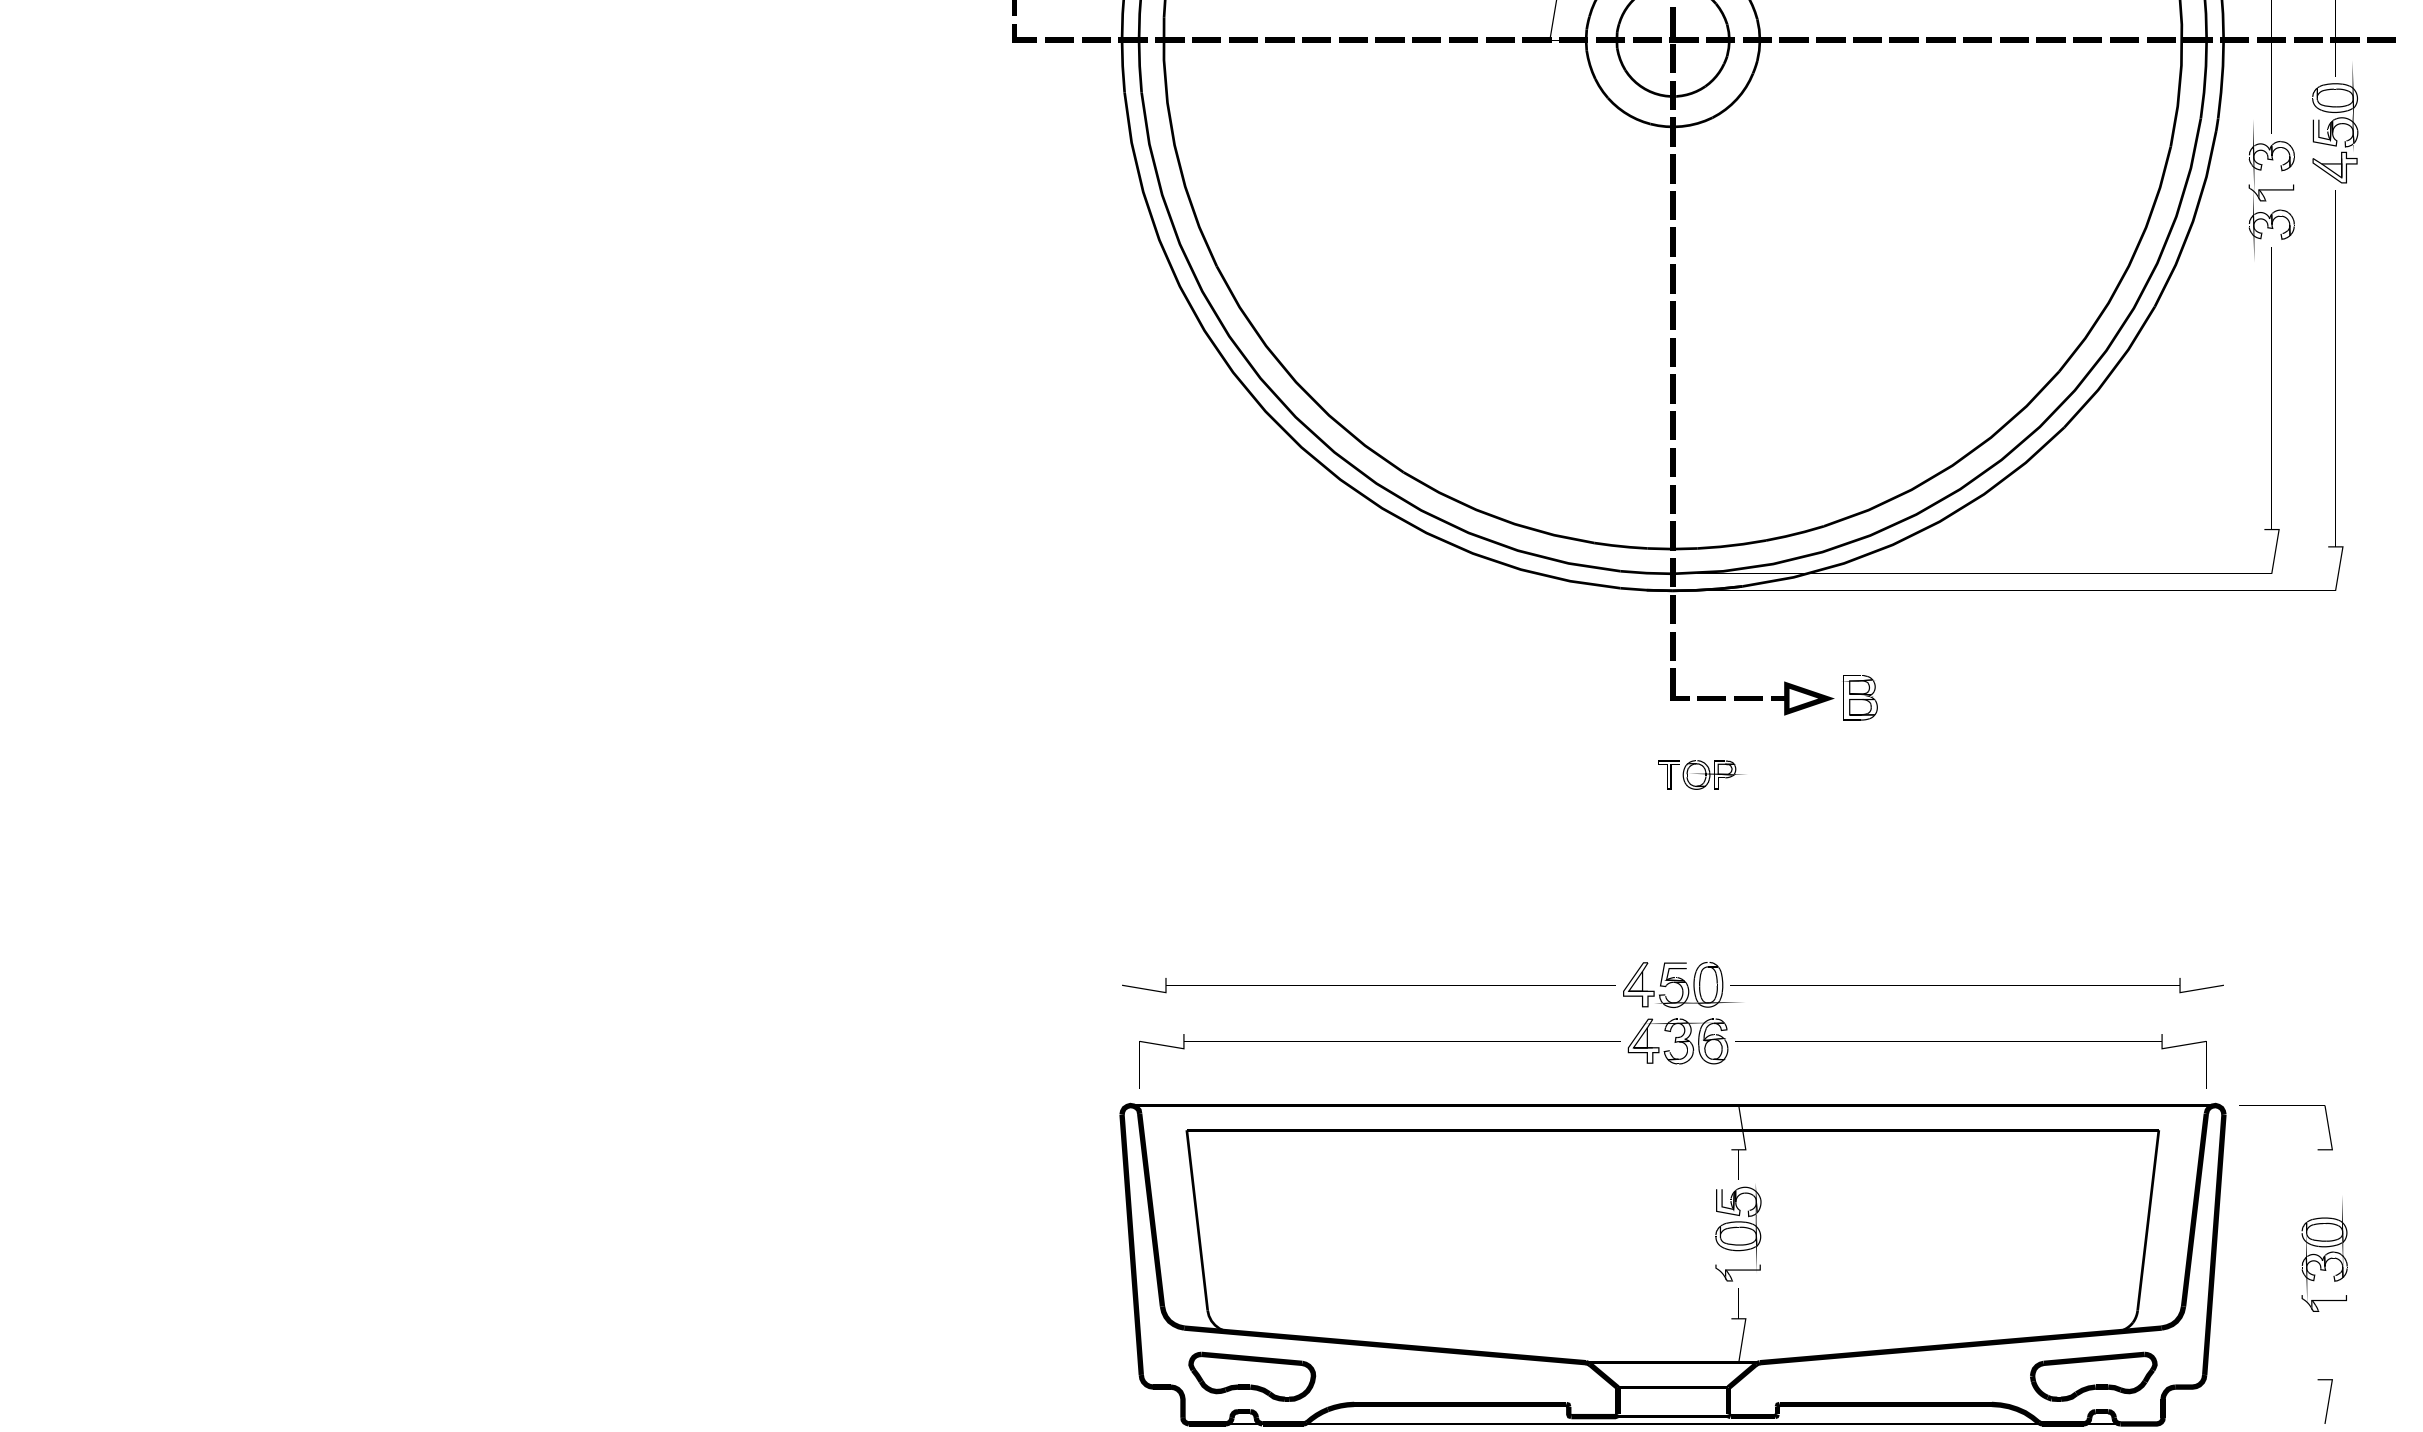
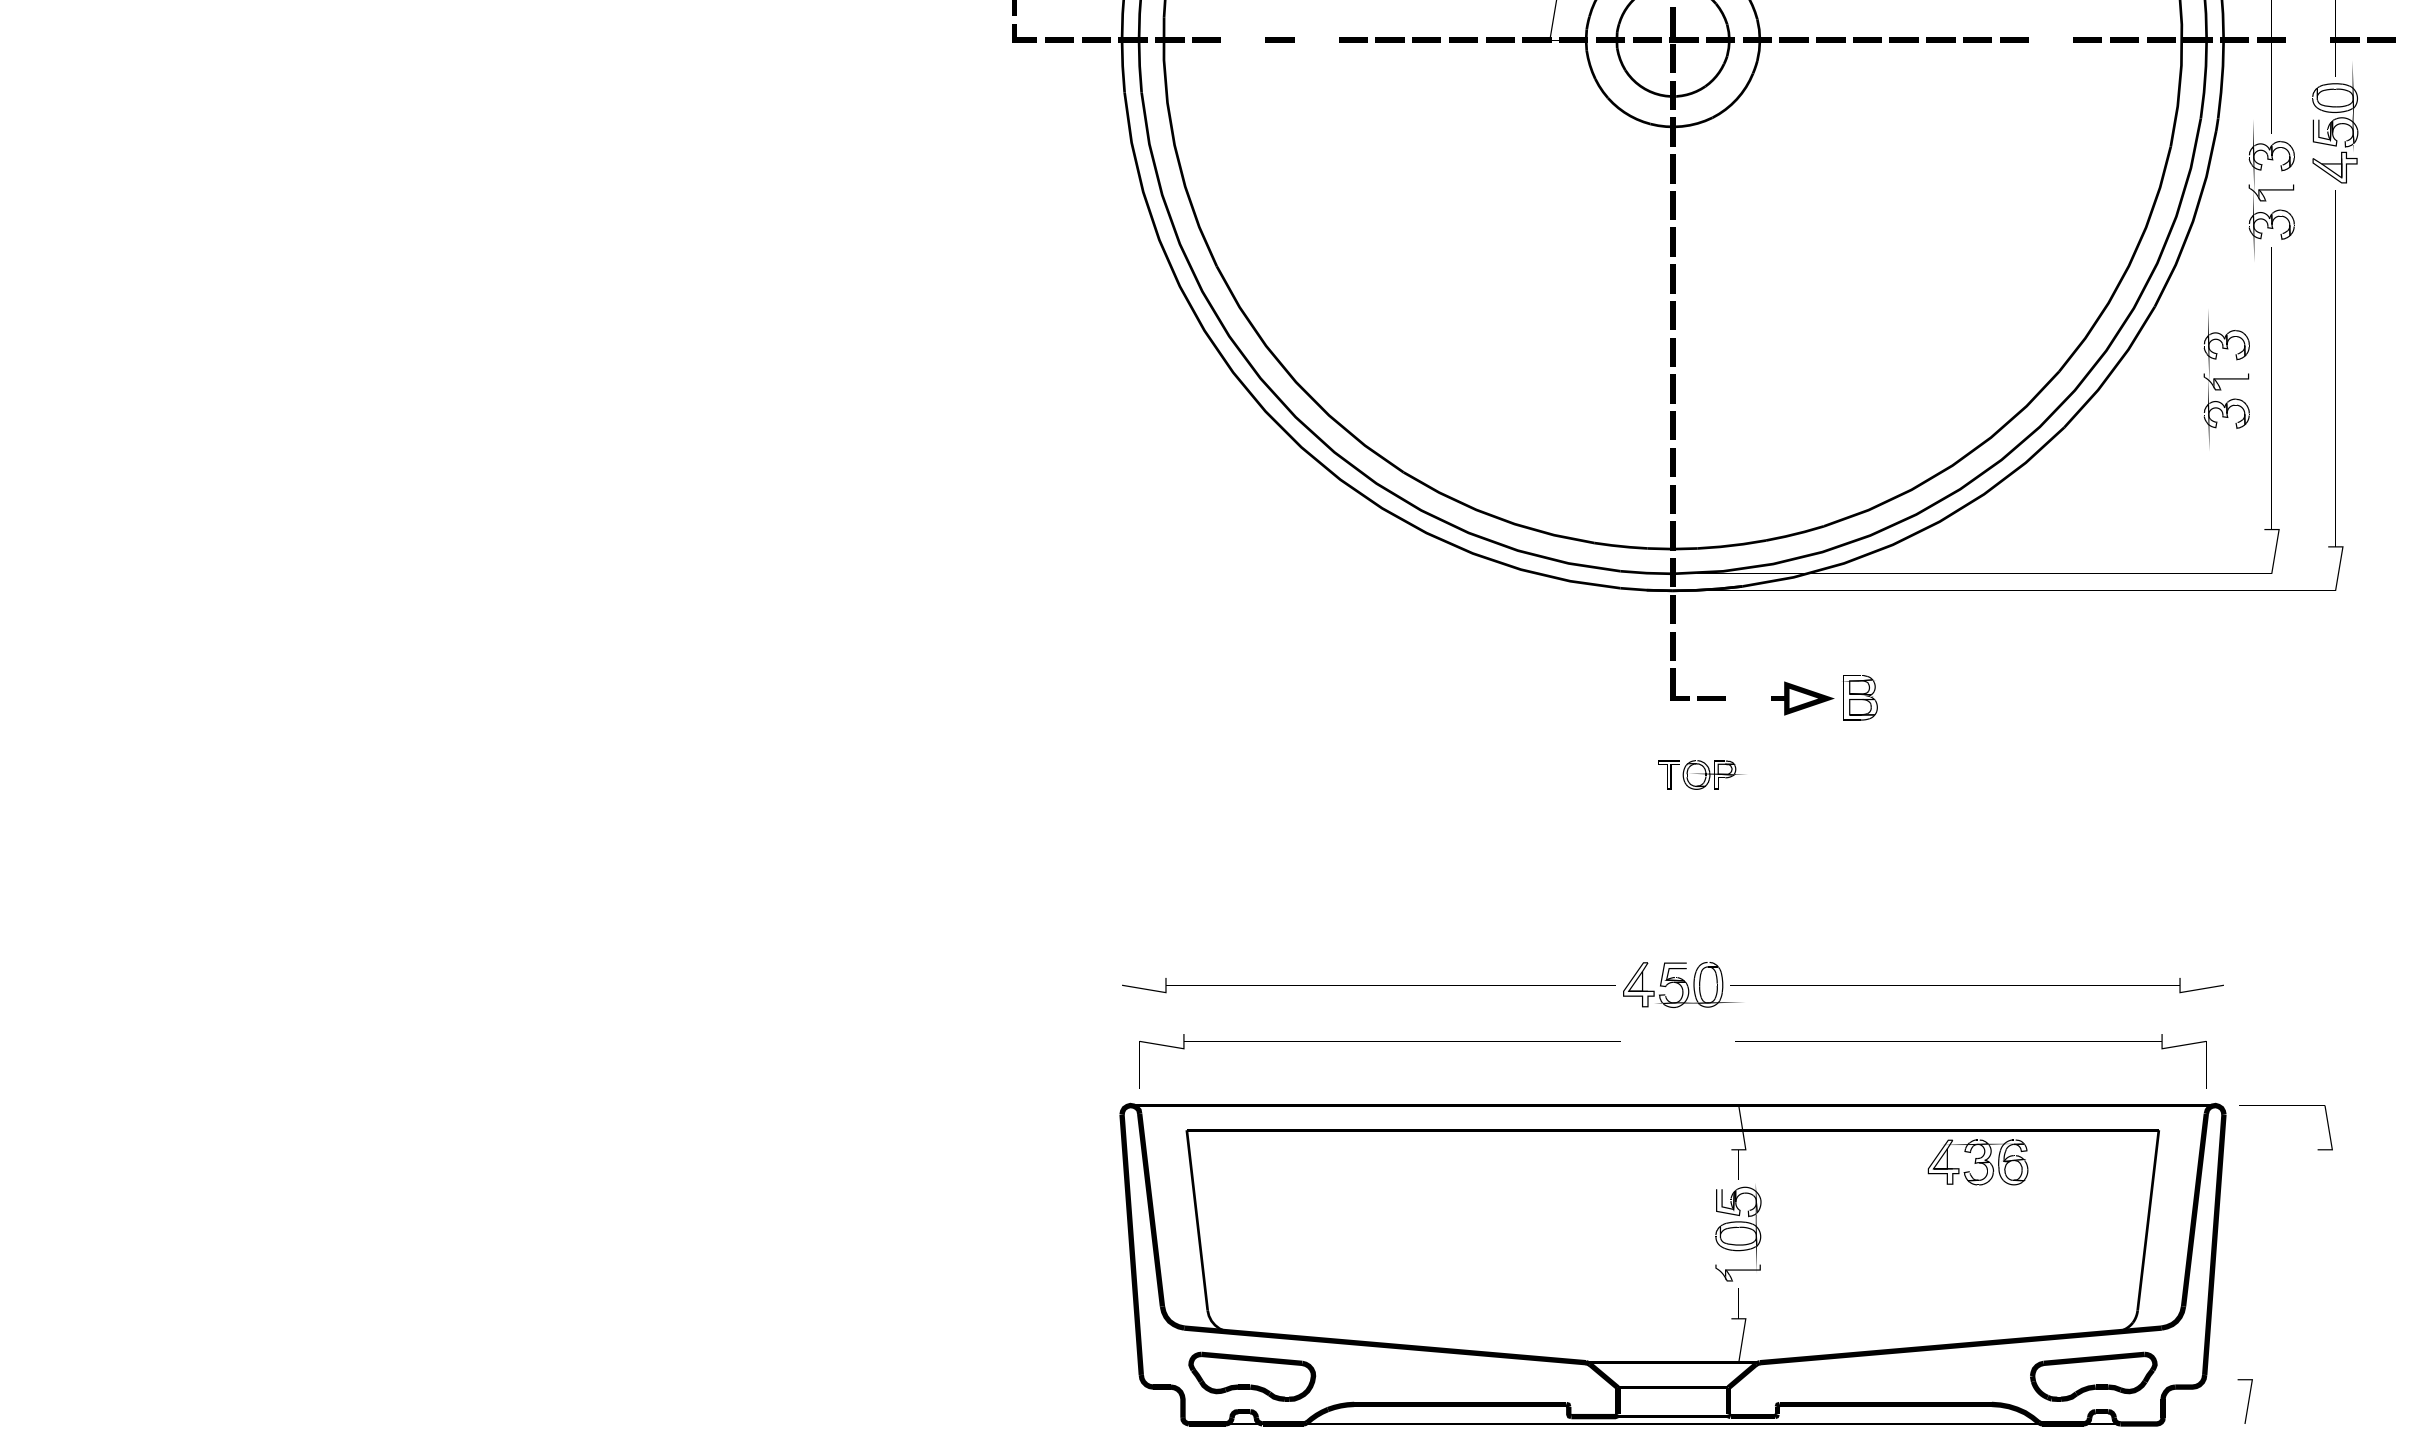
line at (1243, 39): present -> none
line at (1316, 39): present -> none
line at (2050, 39): present -> none
line at (2308, 39): present -> none
part at (2226, 379): none -> present
line at (1748, 698): present -> none
part at (1677, 1041) position: (1677, 1041) -> (1977, 1162)
part at (2324, 1254): present -> none
part at (2324, 1401) position: (2324, 1401) -> (2244, 1401)
